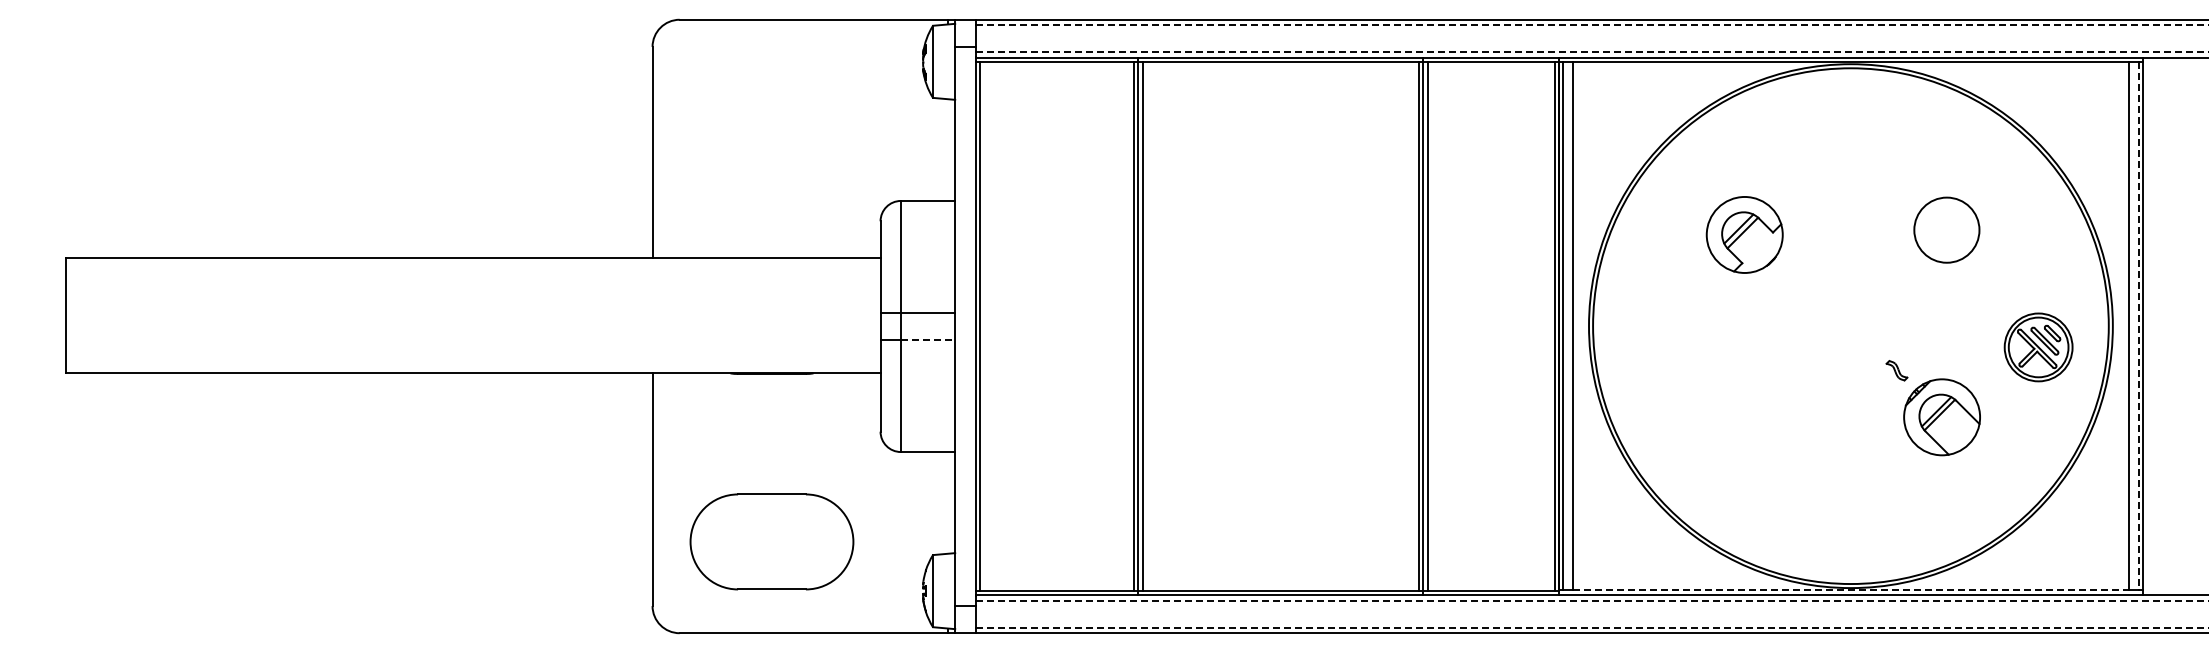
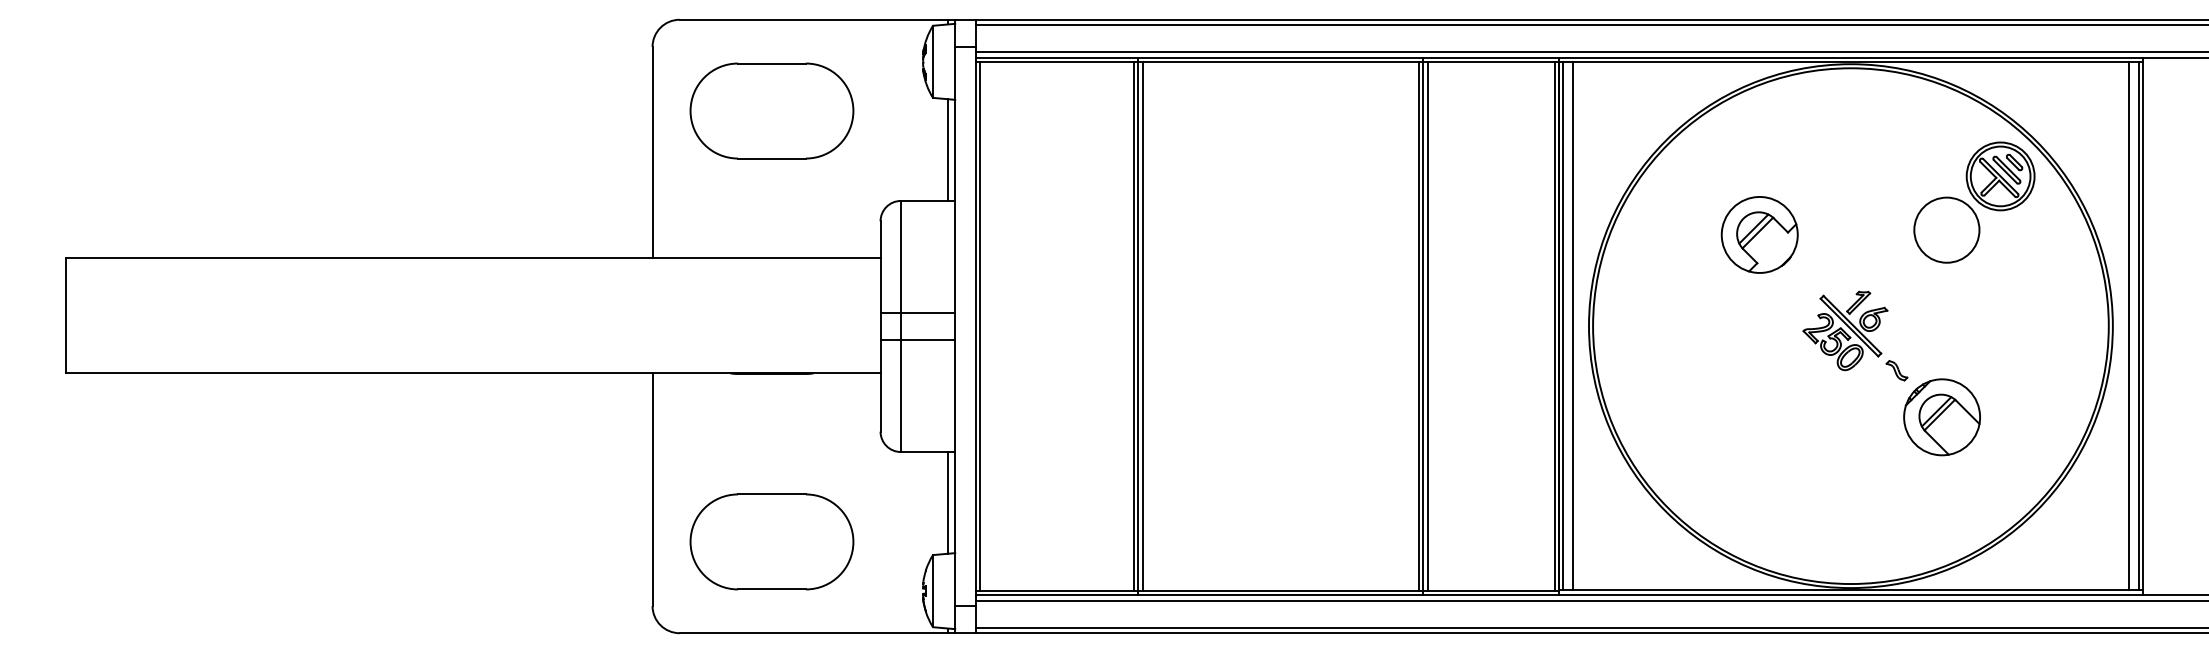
line at (1592, 25): dashed -> solid
line at (1592, 52): dashed -> solid
part at (771, 110): none -> present
line at (948, 149): none -> present
part at (1744, 234) position: (1744, 234) -> (1759, 234)
line at (2138, 326): dashed -> solid
part at (1845, 330): none -> present
line at (928, 340): dashed -> solid
part at (2038, 347) position: (2038, 347) -> (2000, 176)
line at (948, 502): none -> present
line at (1851, 590): dashed -> solid
line at (1592, 600): dashed -> solid
line at (1592, 627): dashed -> solid
